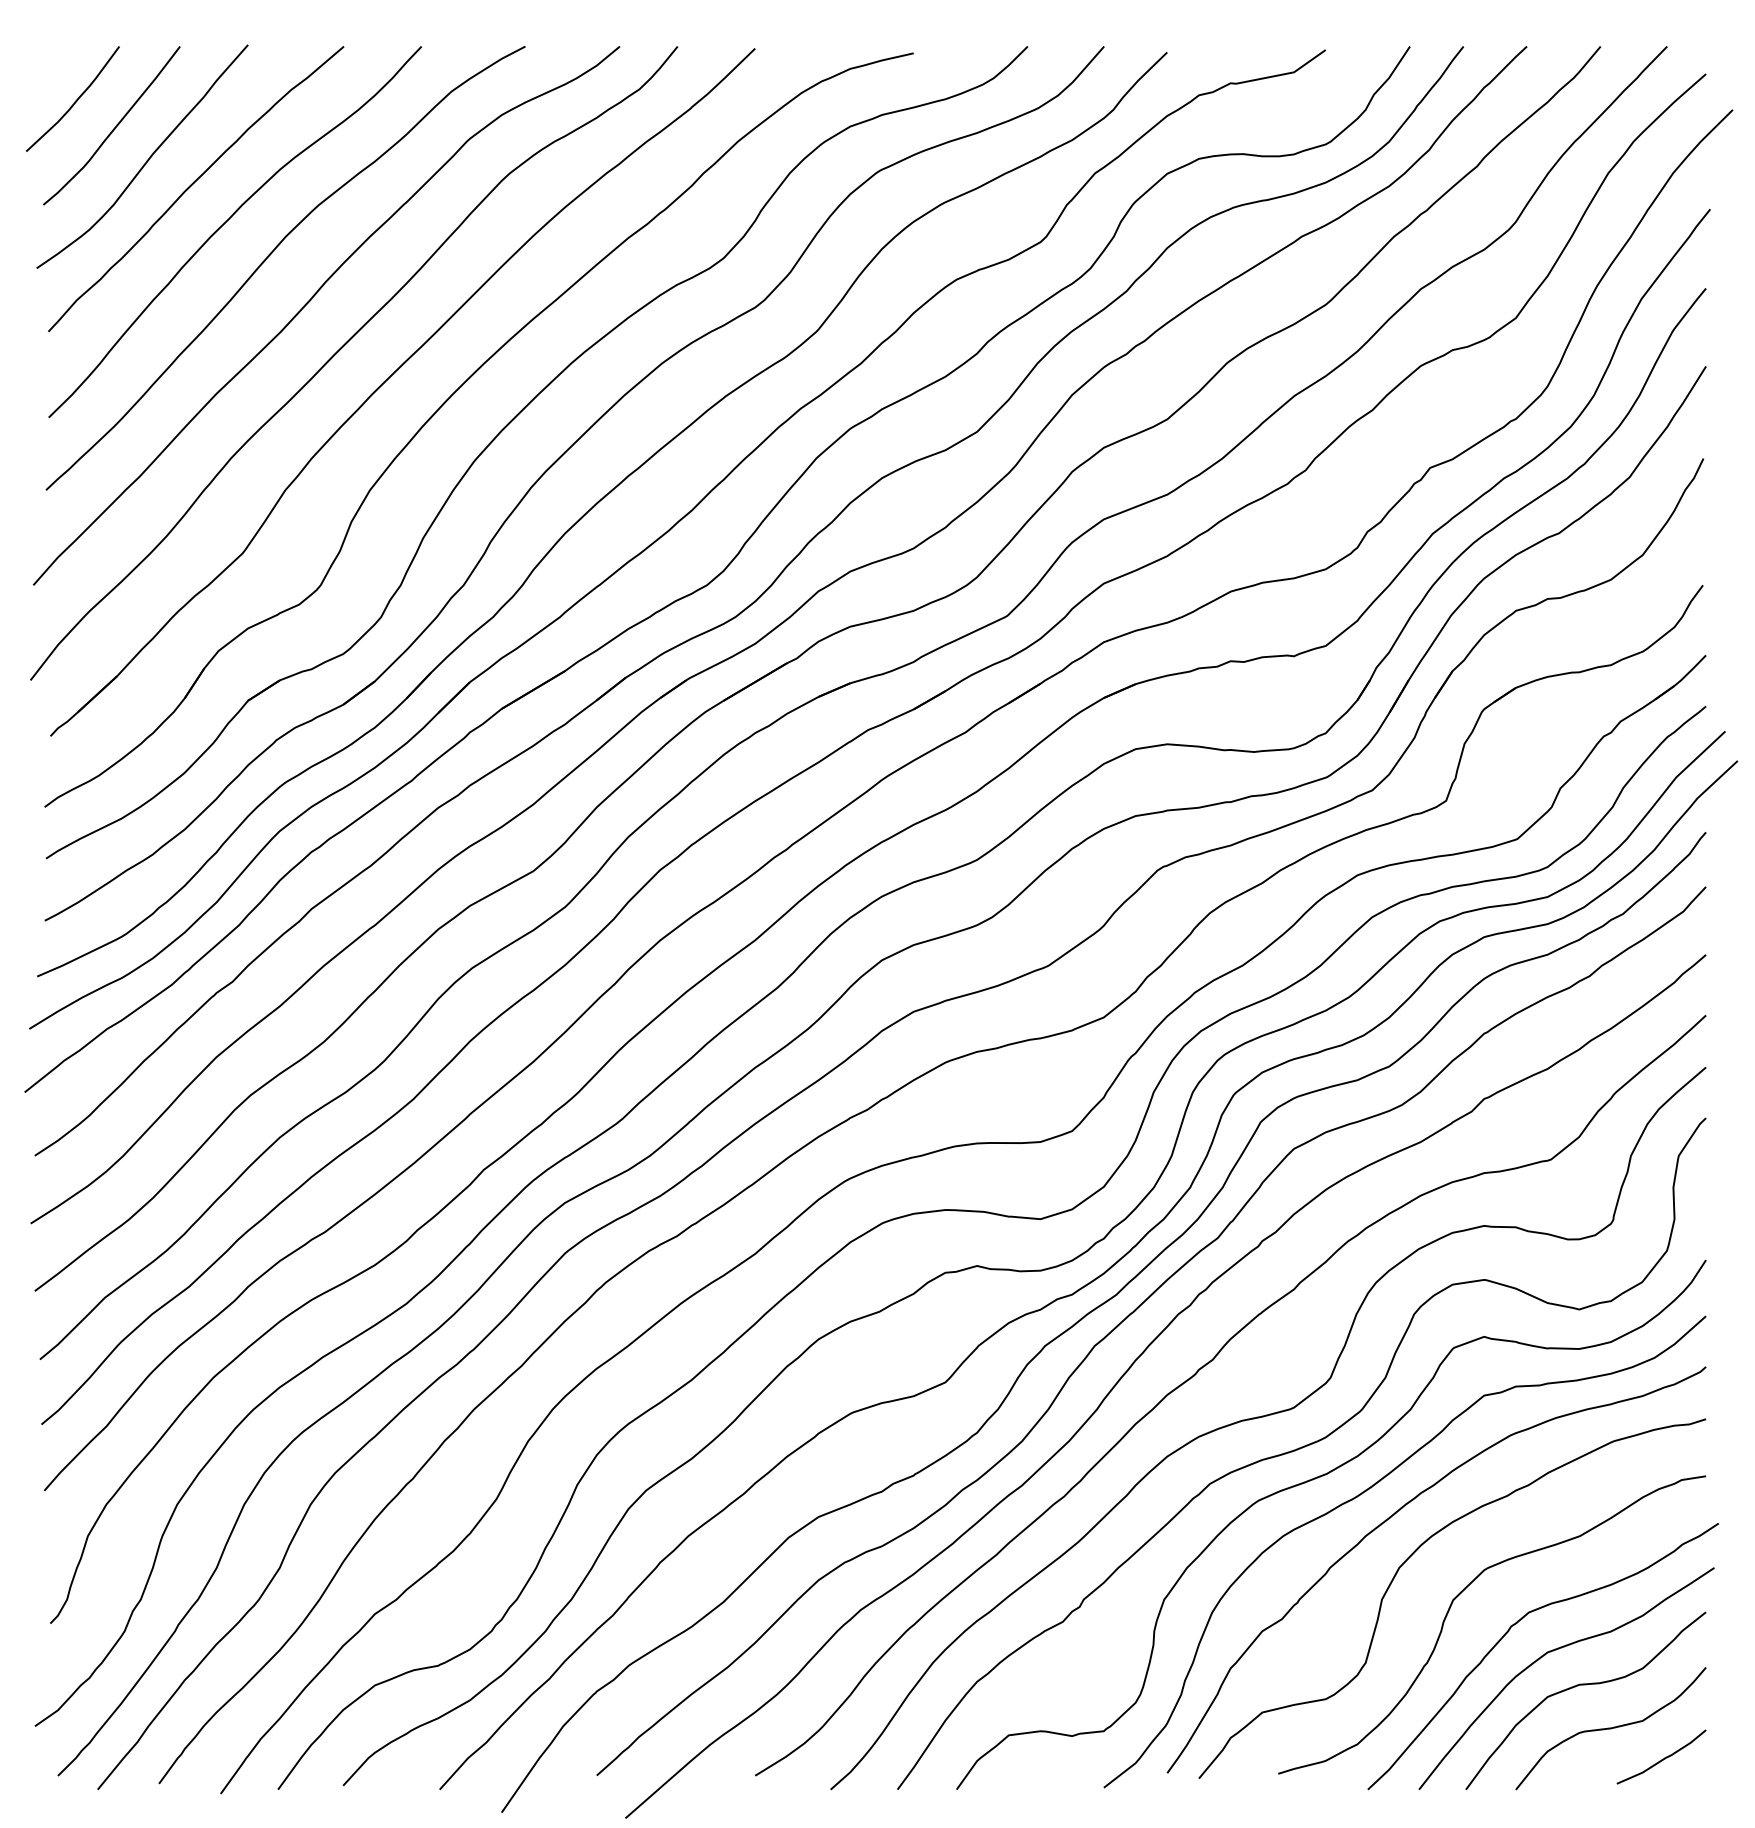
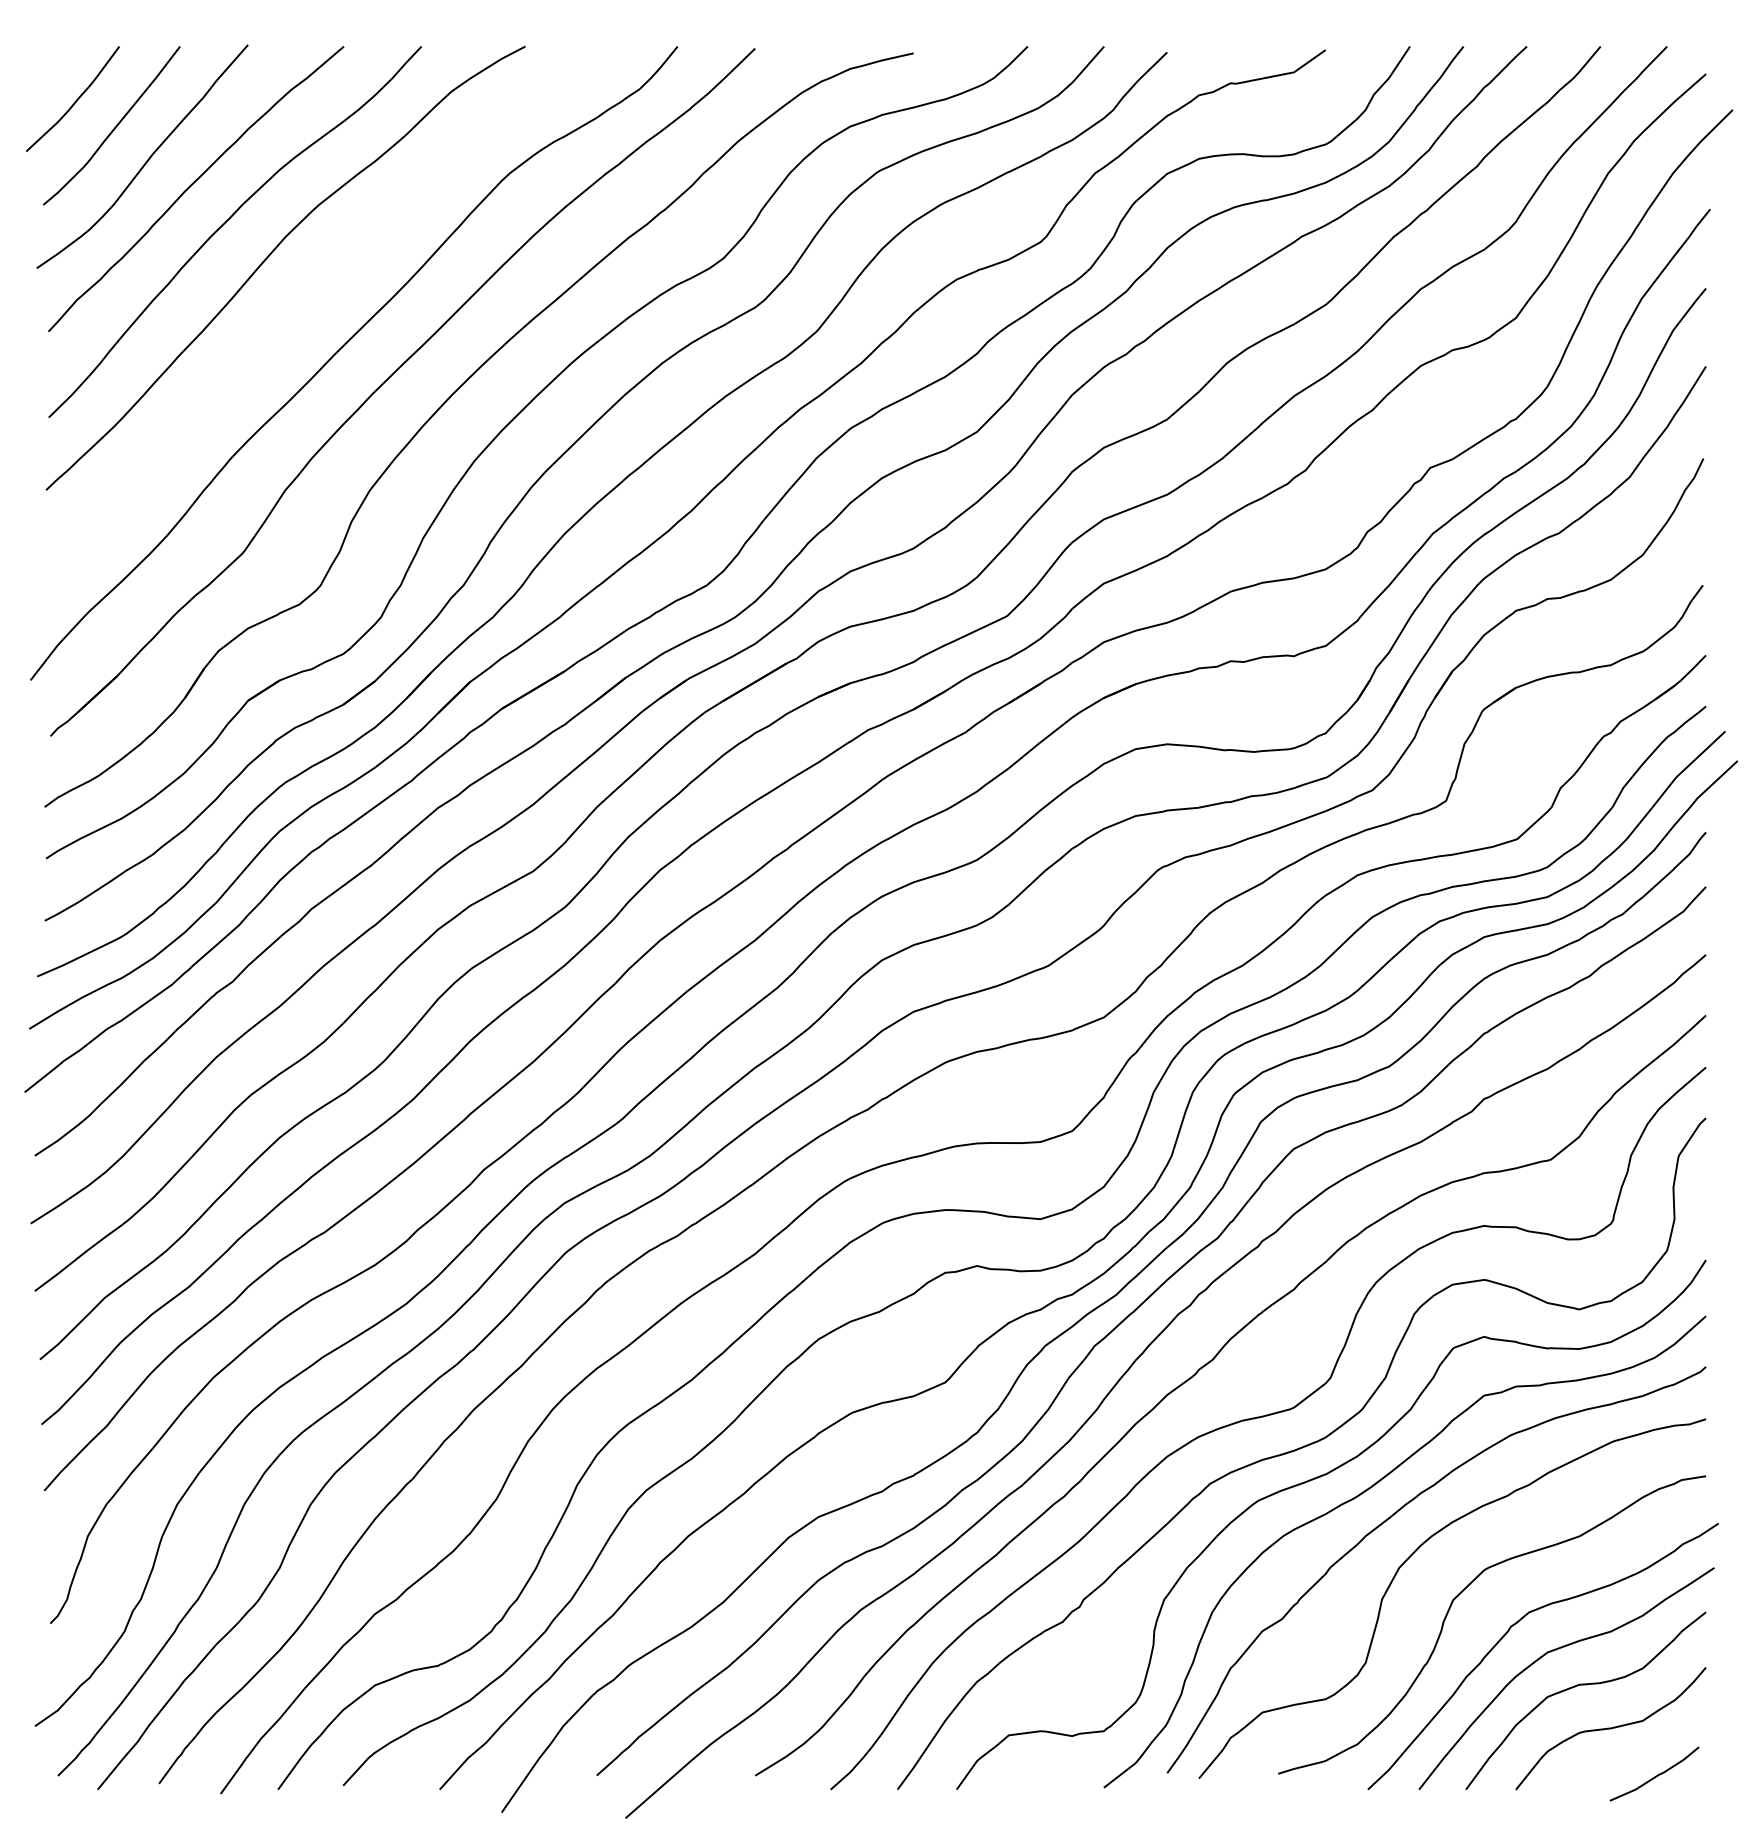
curve at (311, 300): present -> none
curve at (1662, 1758) position: (1662, 1758) -> (1655, 1775)
